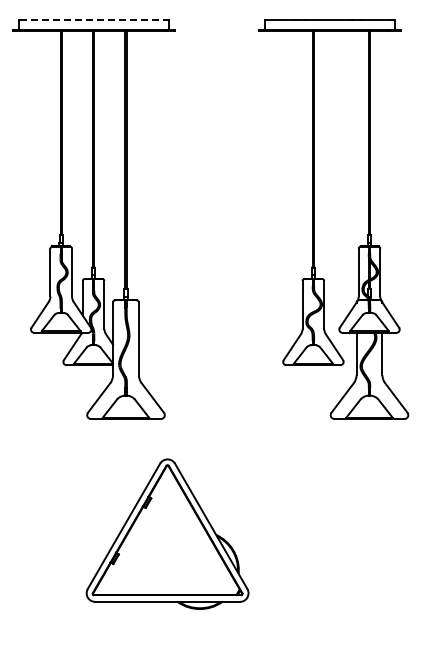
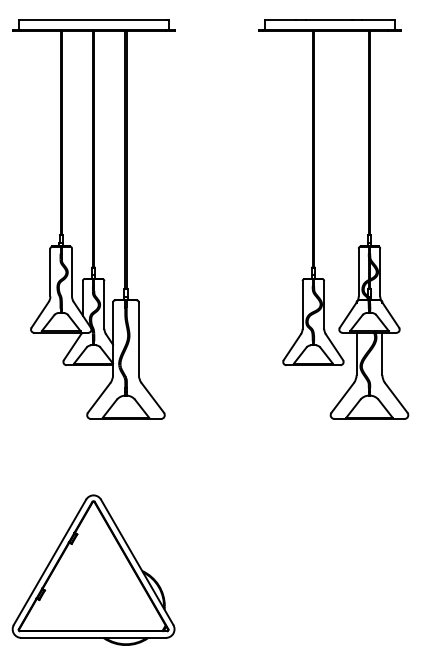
line at (94, 19): dashed -> solid
part at (167, 533) position: (167, 533) -> (93, 569)
